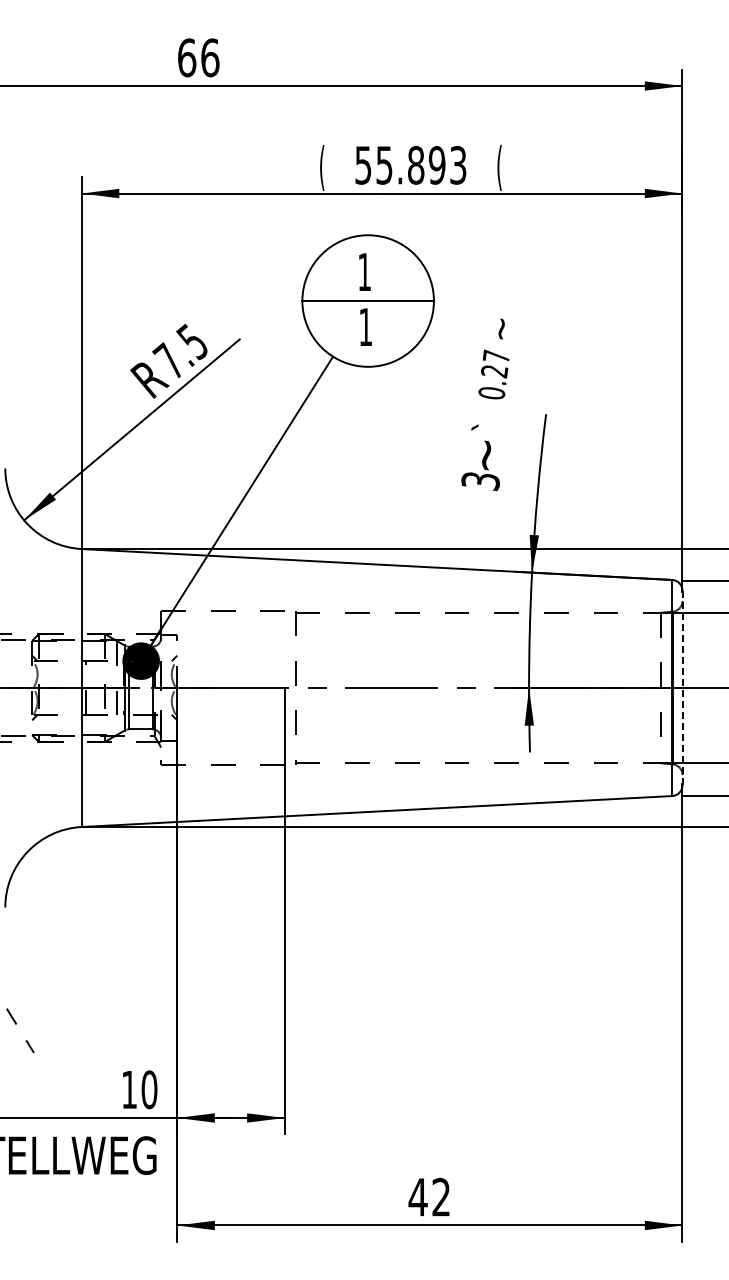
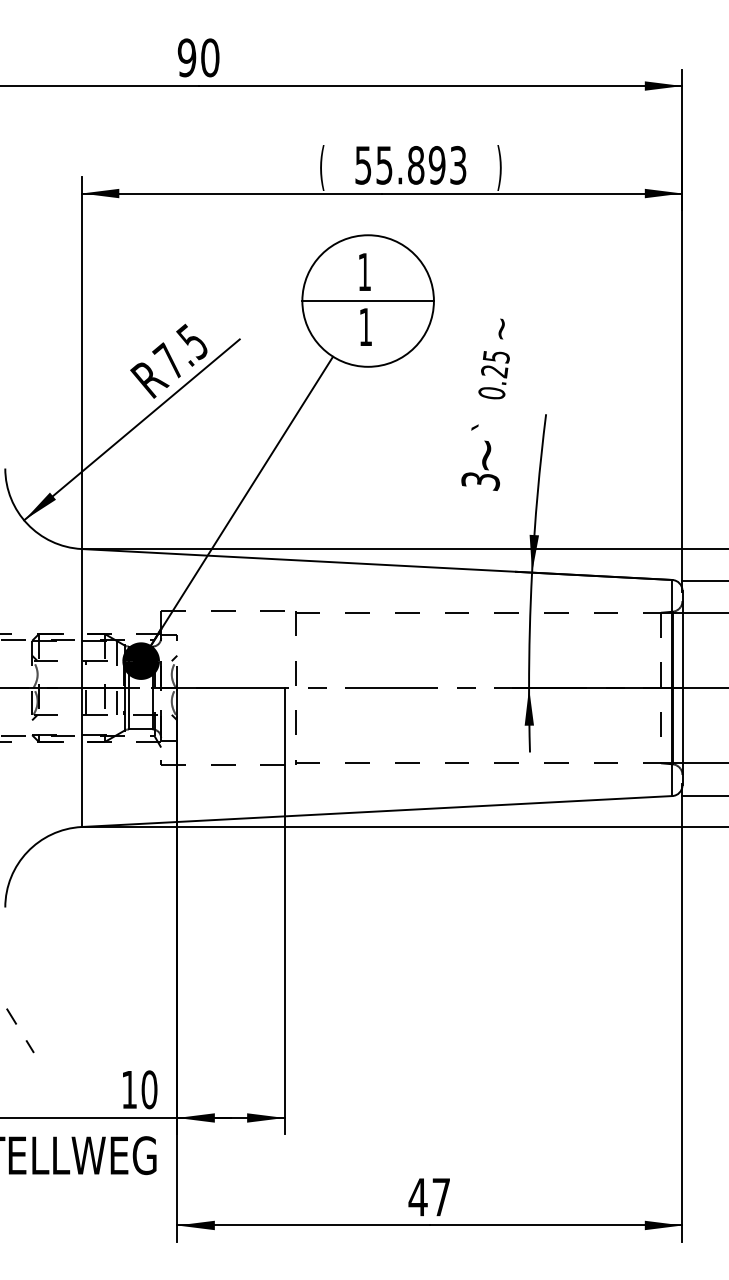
text at (198, 57): 66 -> 90
text at (499, 167): ( -> )
text at (495, 356): 0.27 -> 0.25
line at (682, 688): dashed -> solid
text at (440, 1196): 42 -> 47
